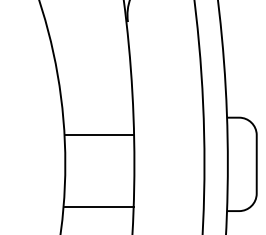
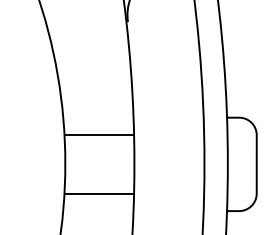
line at (99, 206) position: (99, 206) -> (99, 193)
